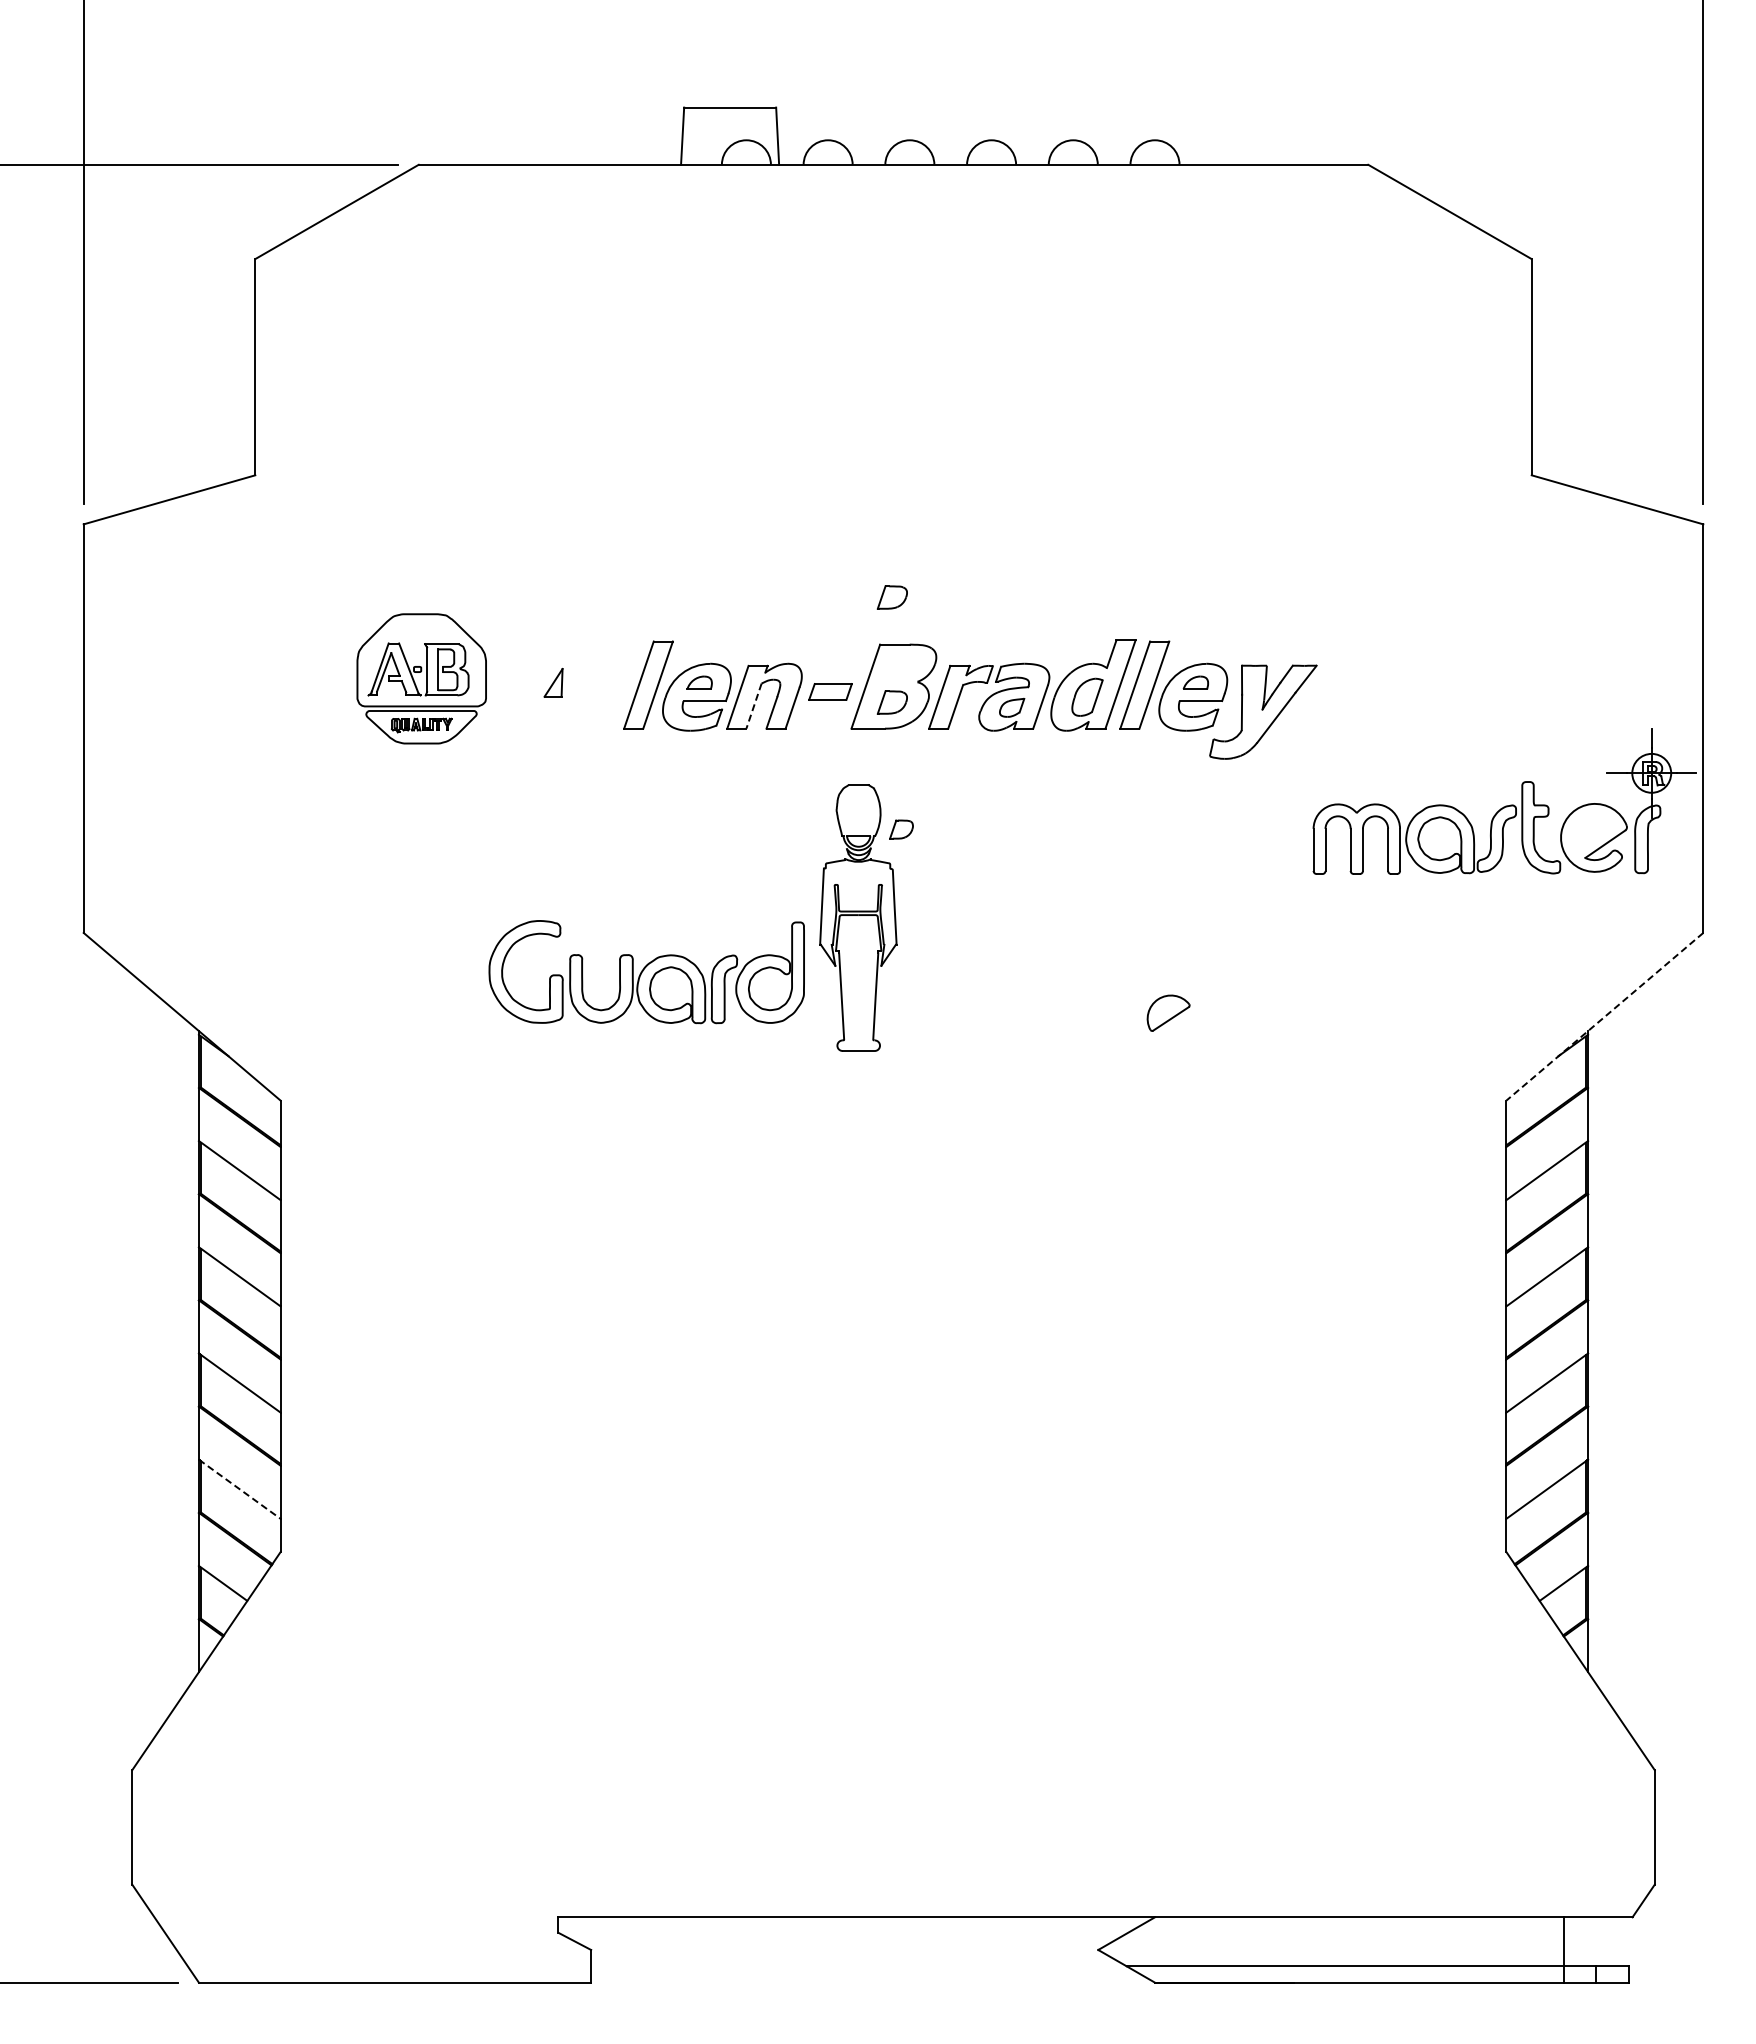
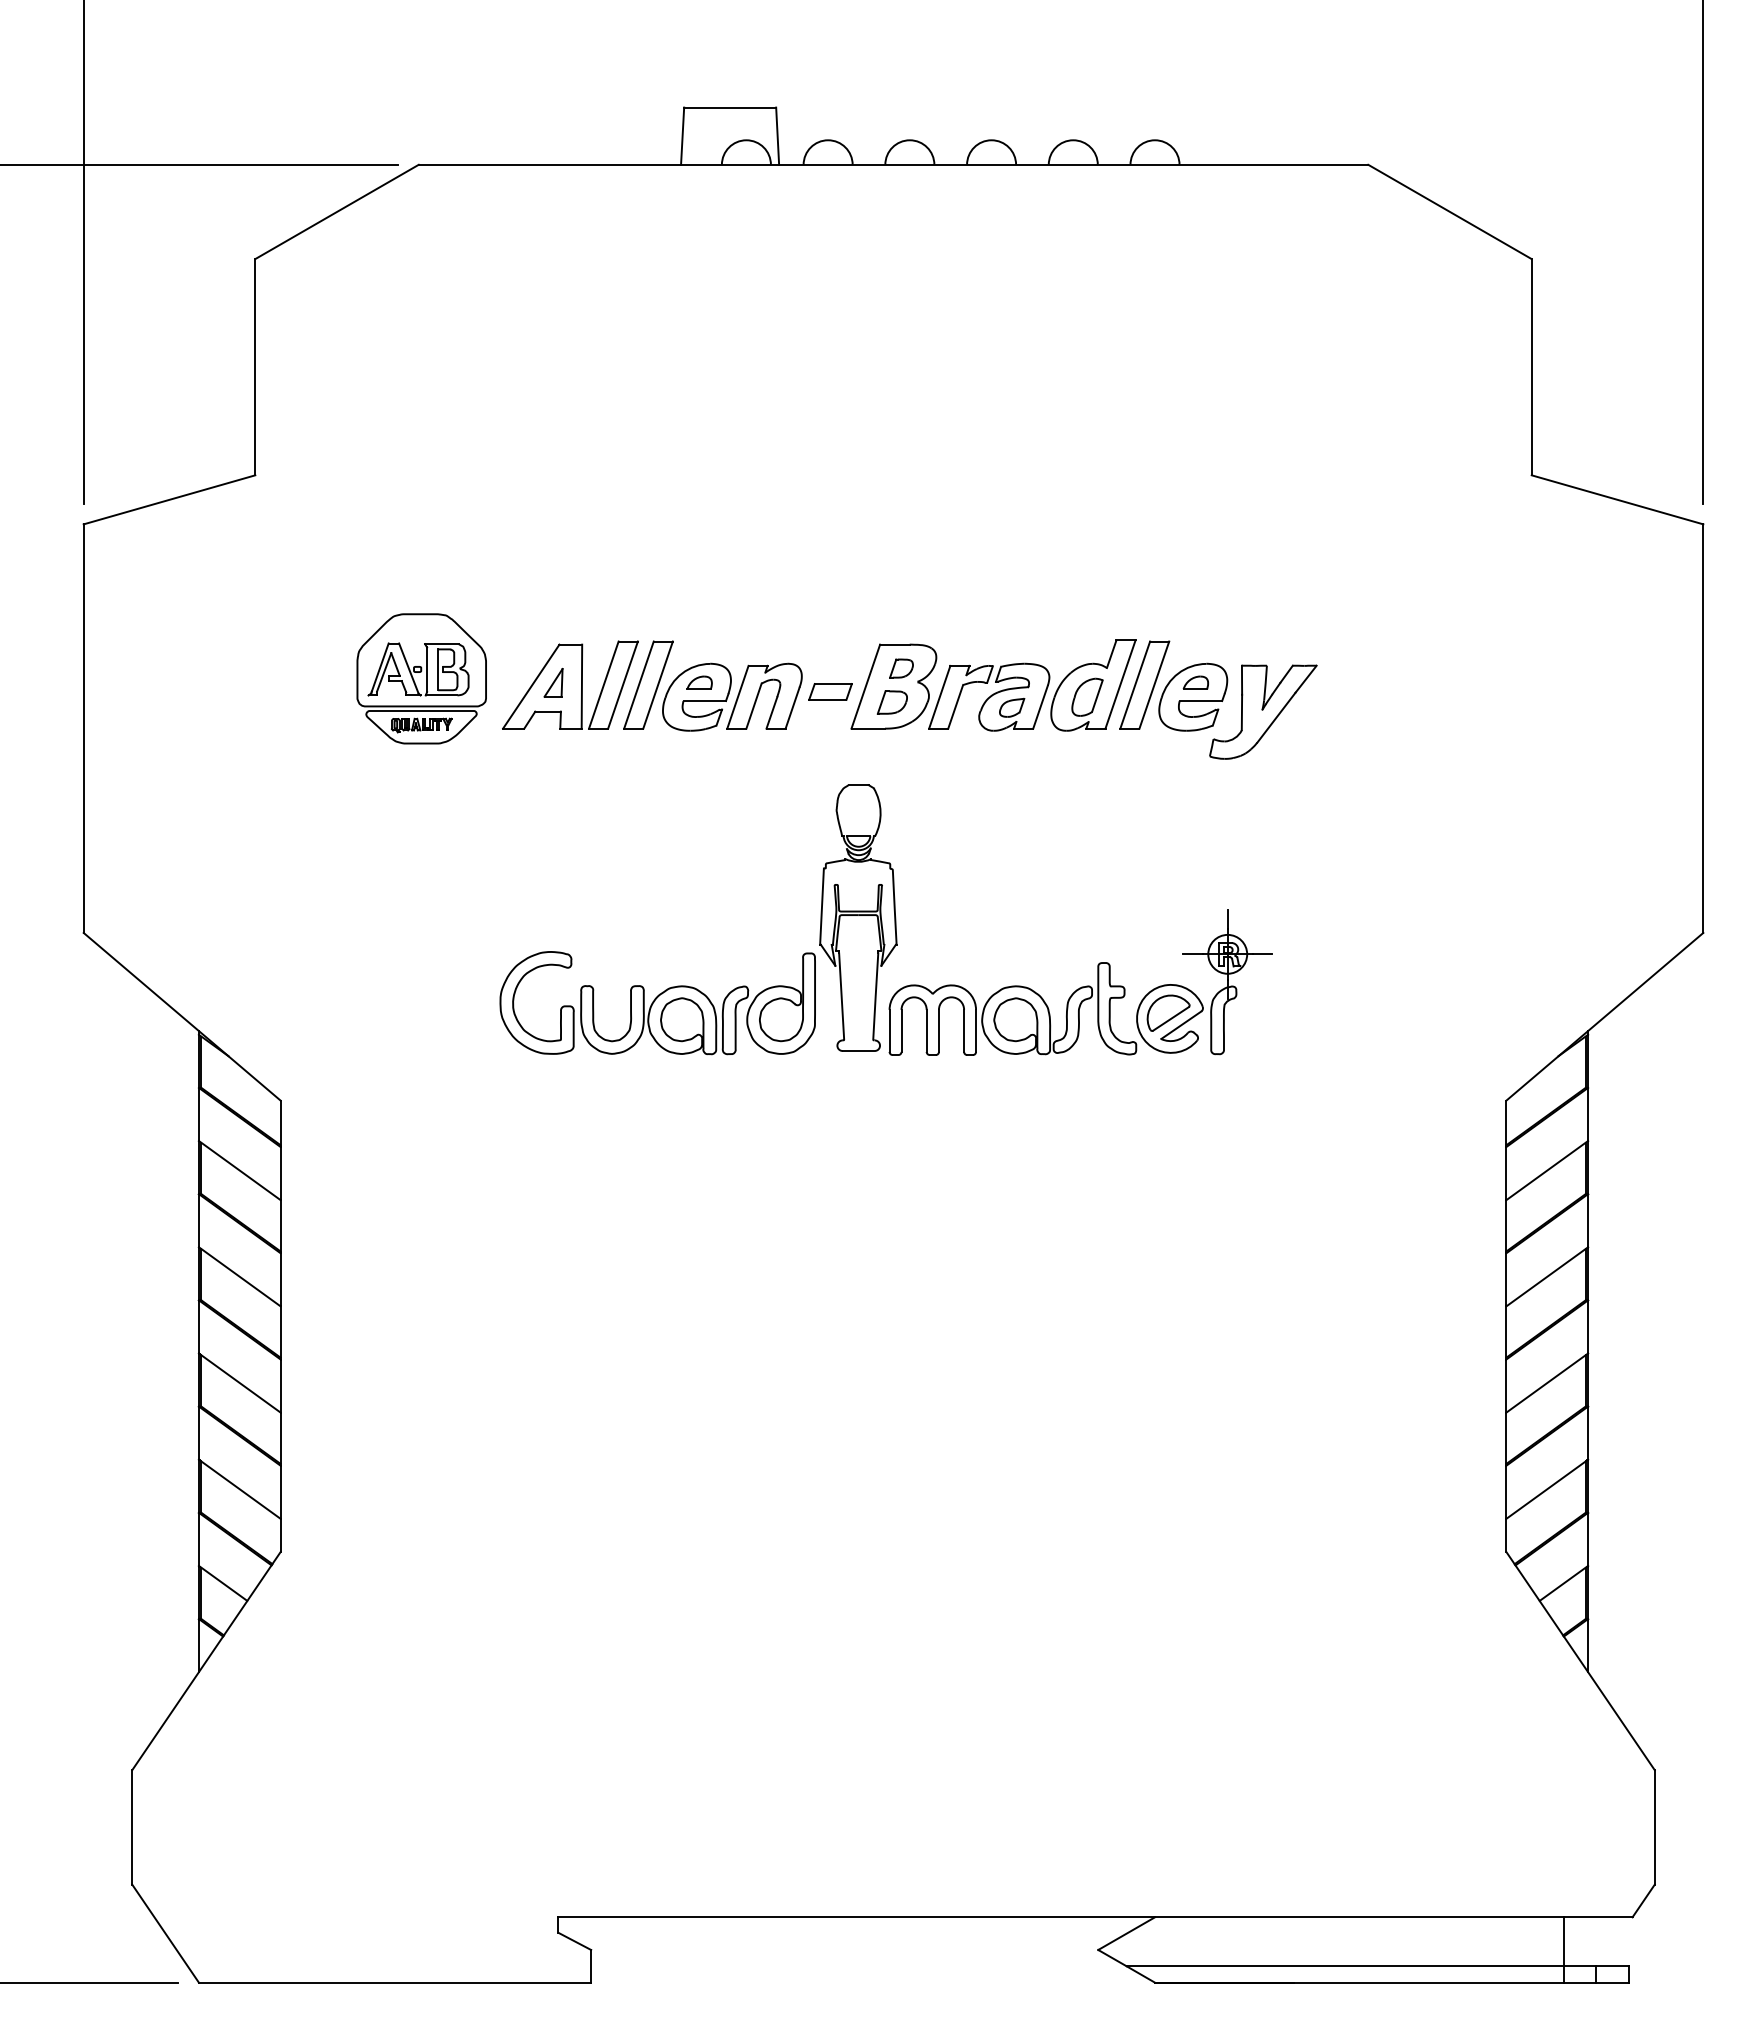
part at (891, 597): present -> none
part at (570, 684): none -> present
line at (754, 706): dashed -> solid
part at (1504, 801) position: (1504, 801) -> (1080, 982)
part at (901, 829) position: (901, 829) -> (901, 668)
part at (646, 972) position: (646, 972) -> (657, 1003)
line at (1604, 1017): dashed -> solid
line at (240, 1489): dashed -> solid
